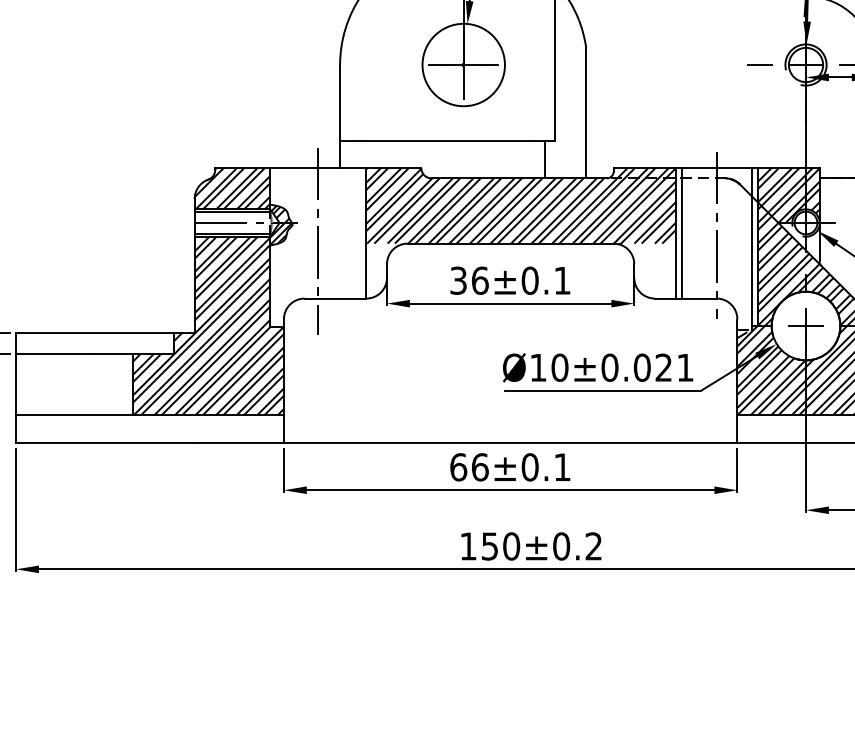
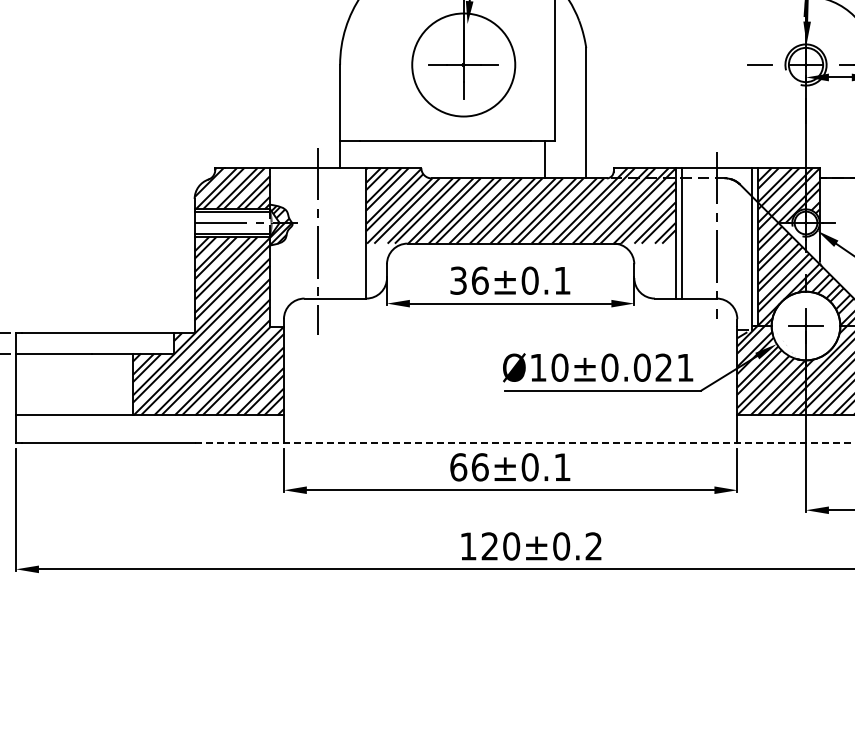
circle at (463, 64) diameter: 82 px -> 103 px
line at (525, 442): solid -> dashed
text at (489, 546): 150±0.2 -> 120±0.2
